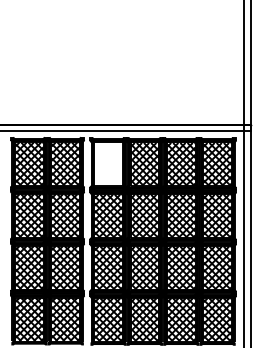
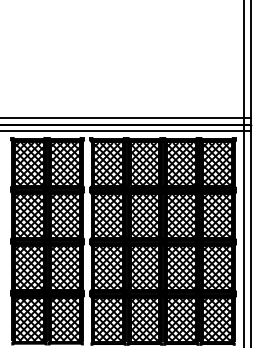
line at (126, 118): none -> present
hatch at (108, 164): none -> present
